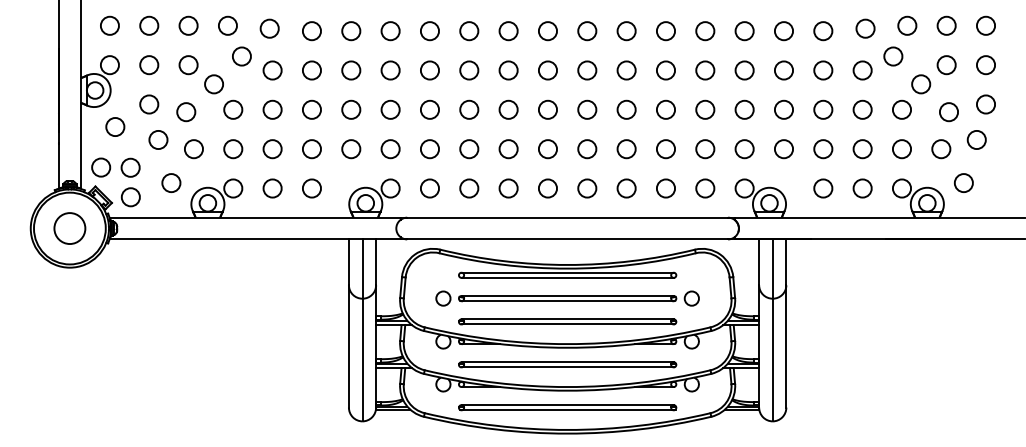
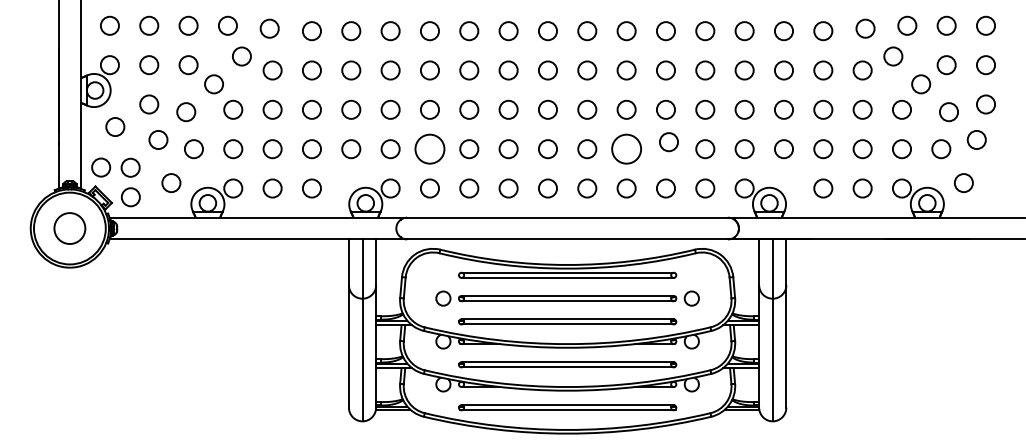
circle at (429, 149) diameter: 18 px -> 29 px
circle at (626, 149) diameter: 18 px -> 29 px
circle at (665, 149) position: (665, 149) -> (668, 142)
